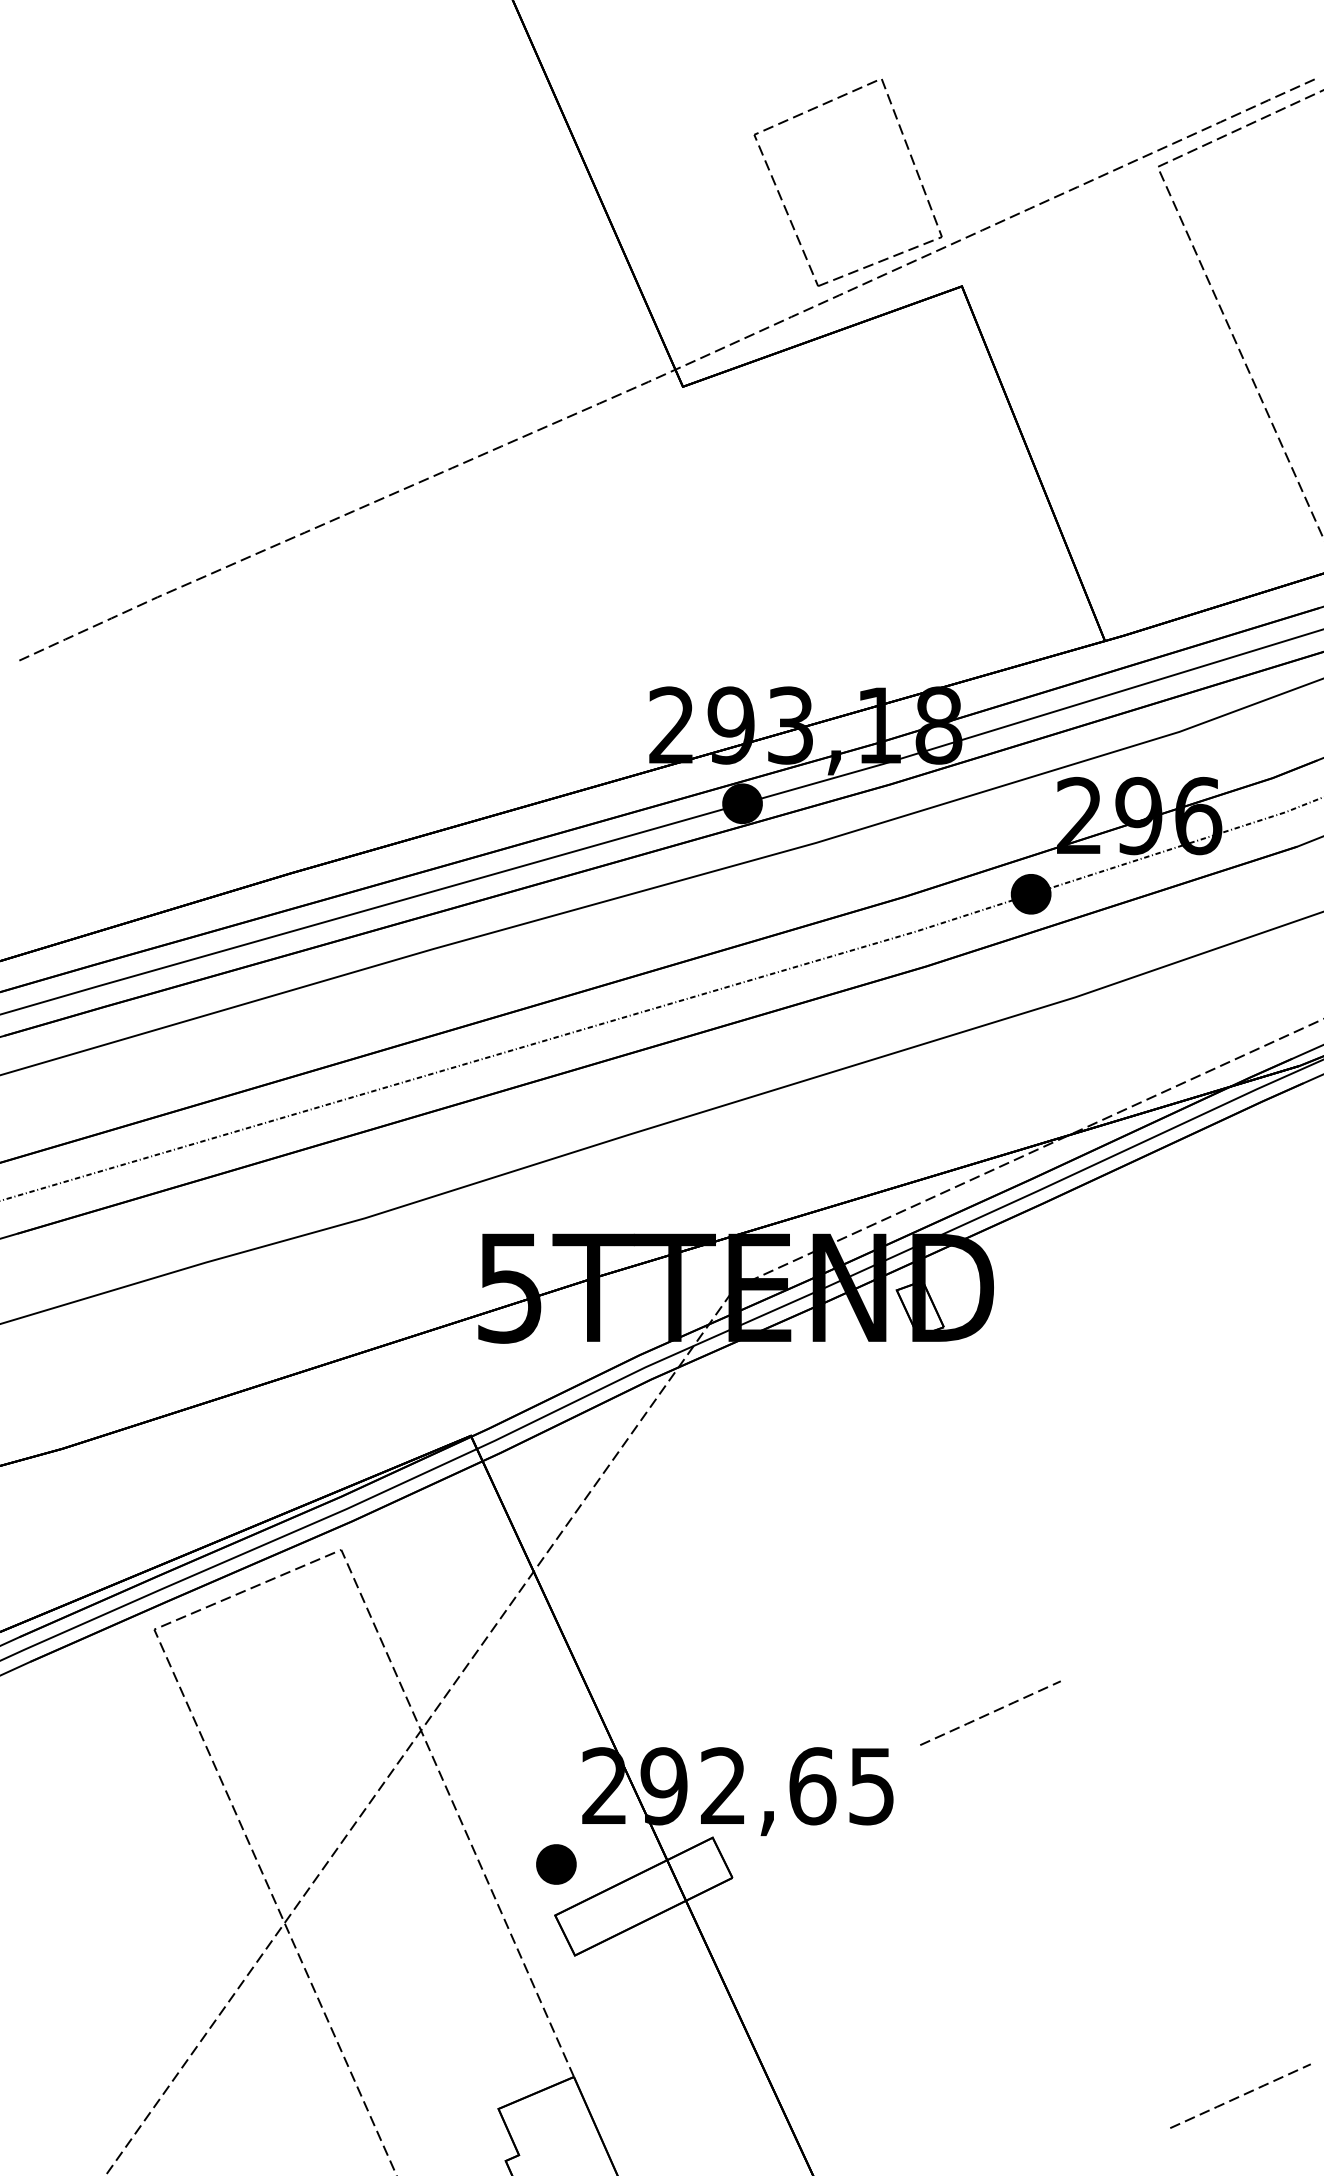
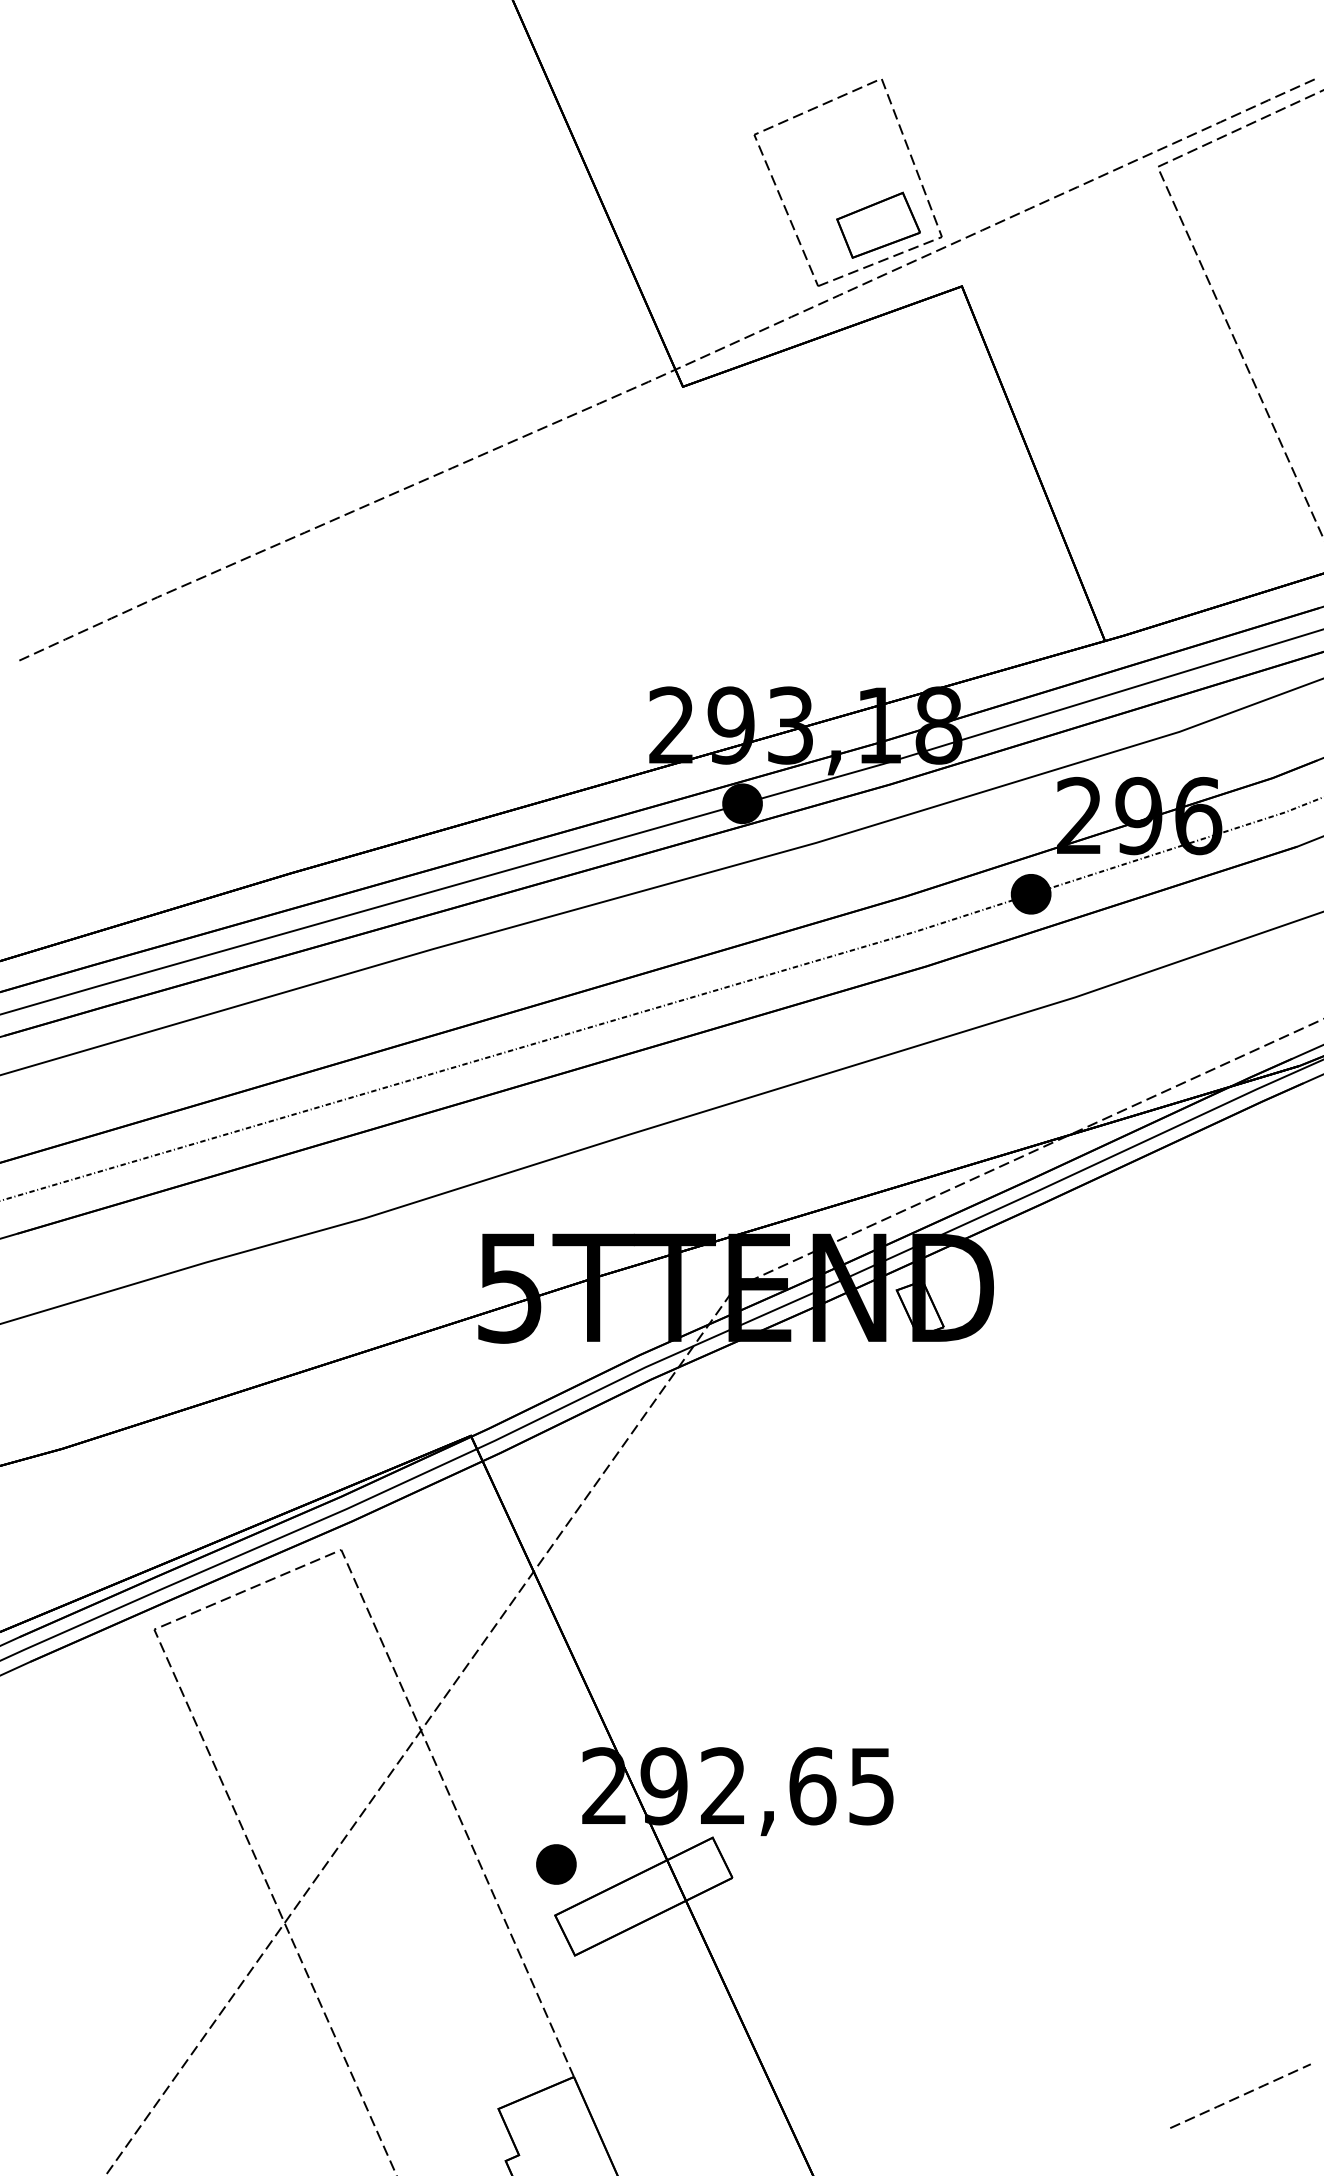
part at (878, 224): none -> present
line at (988, 1713): present -> none
